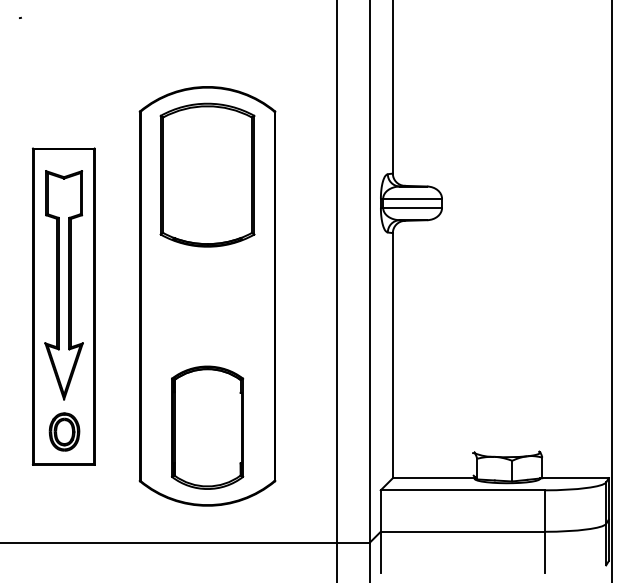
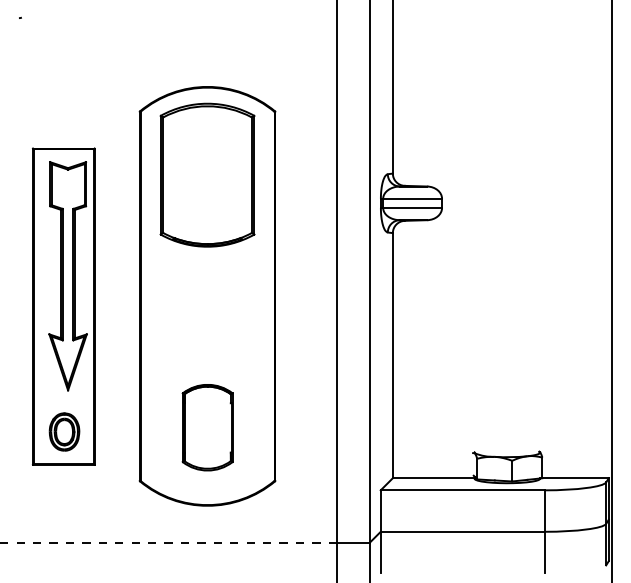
part at (63, 285) position: (63, 285) -> (67, 276)
part at (207, 427) size: 74x125 px -> 53x88 px
line at (168, 542): solid -> dashed
